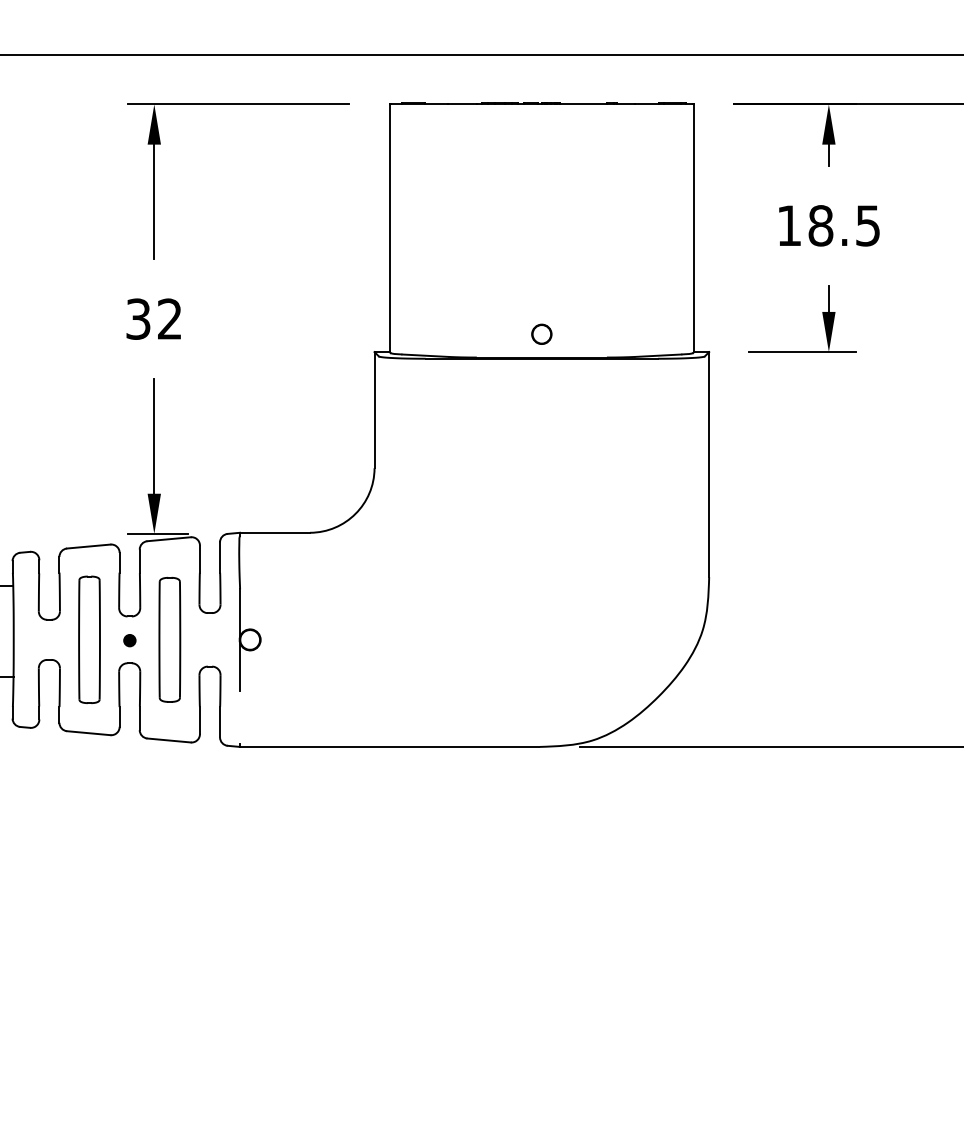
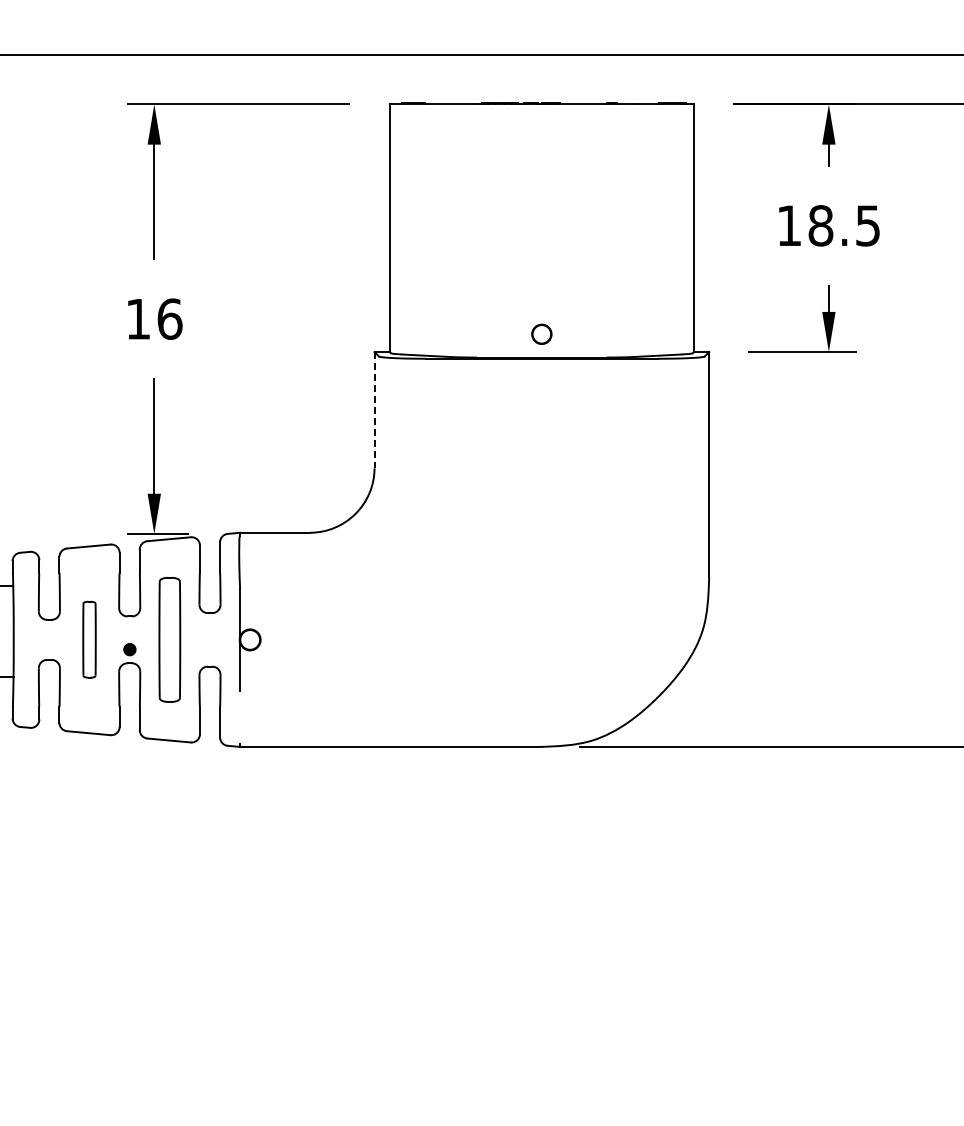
text at (154, 318): 32 -> 16
line at (374, 410): solid -> dashed
part at (89, 639) size: 23x129 px -> 15x79 px
part at (129, 640) position: (129, 640) -> (129, 649)
